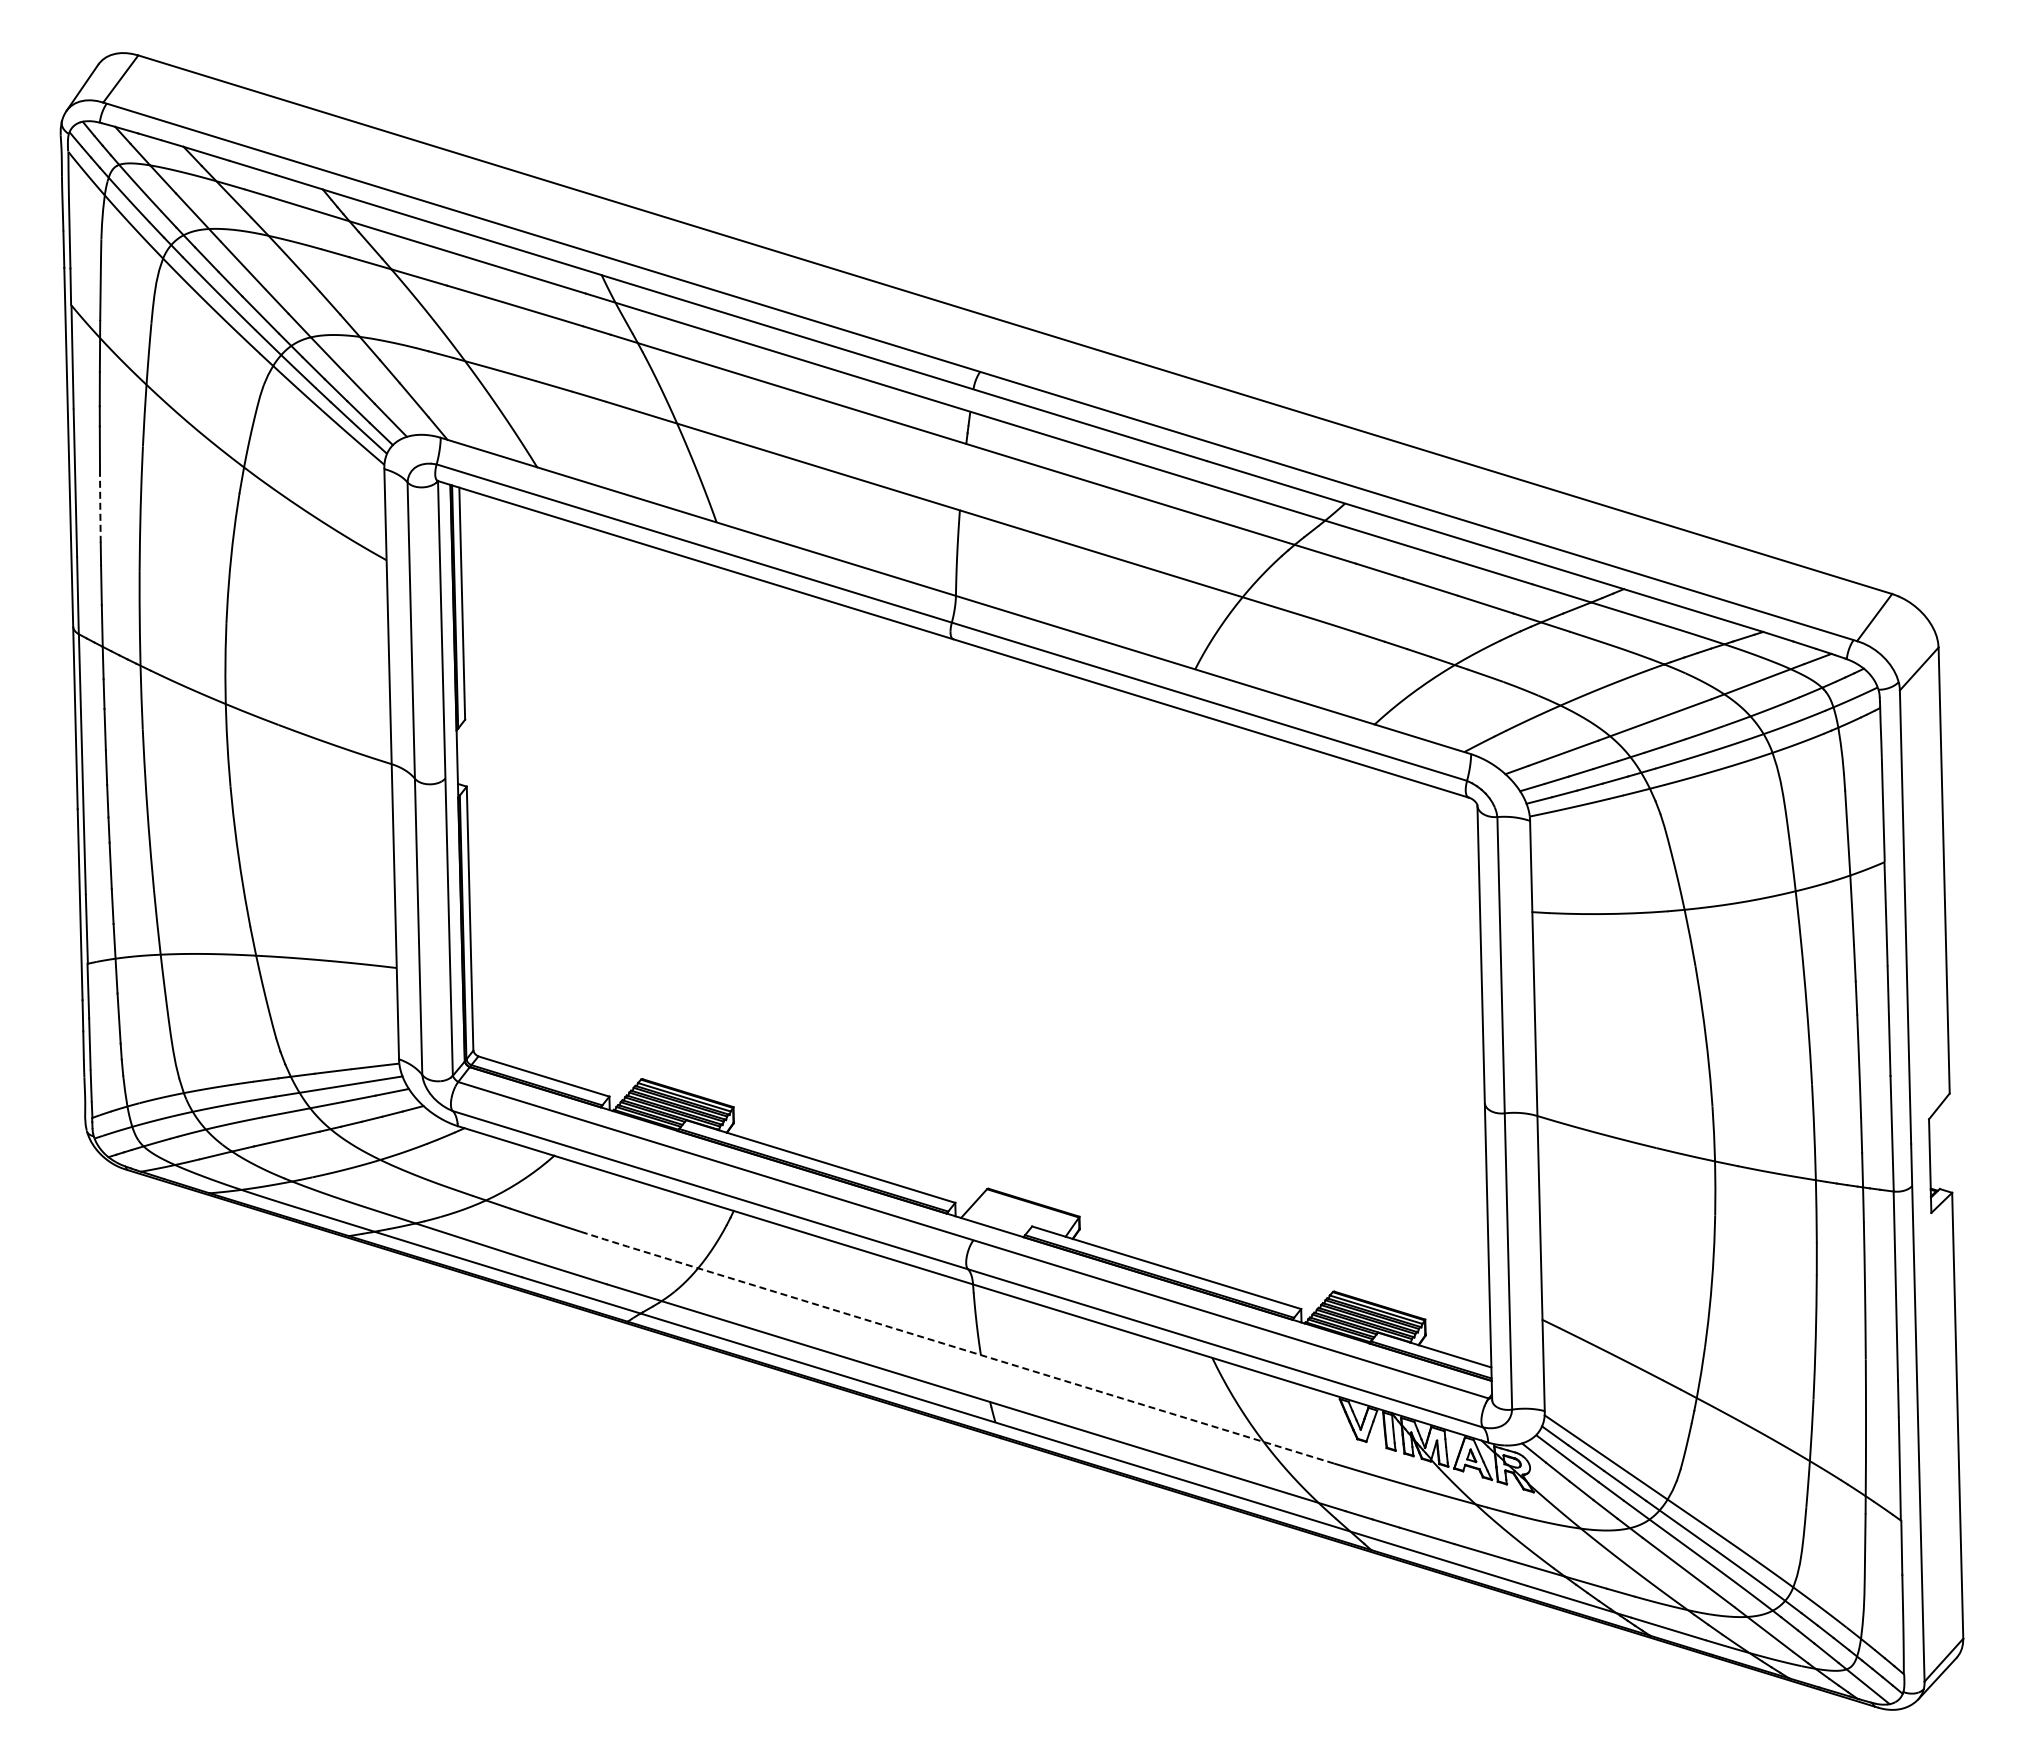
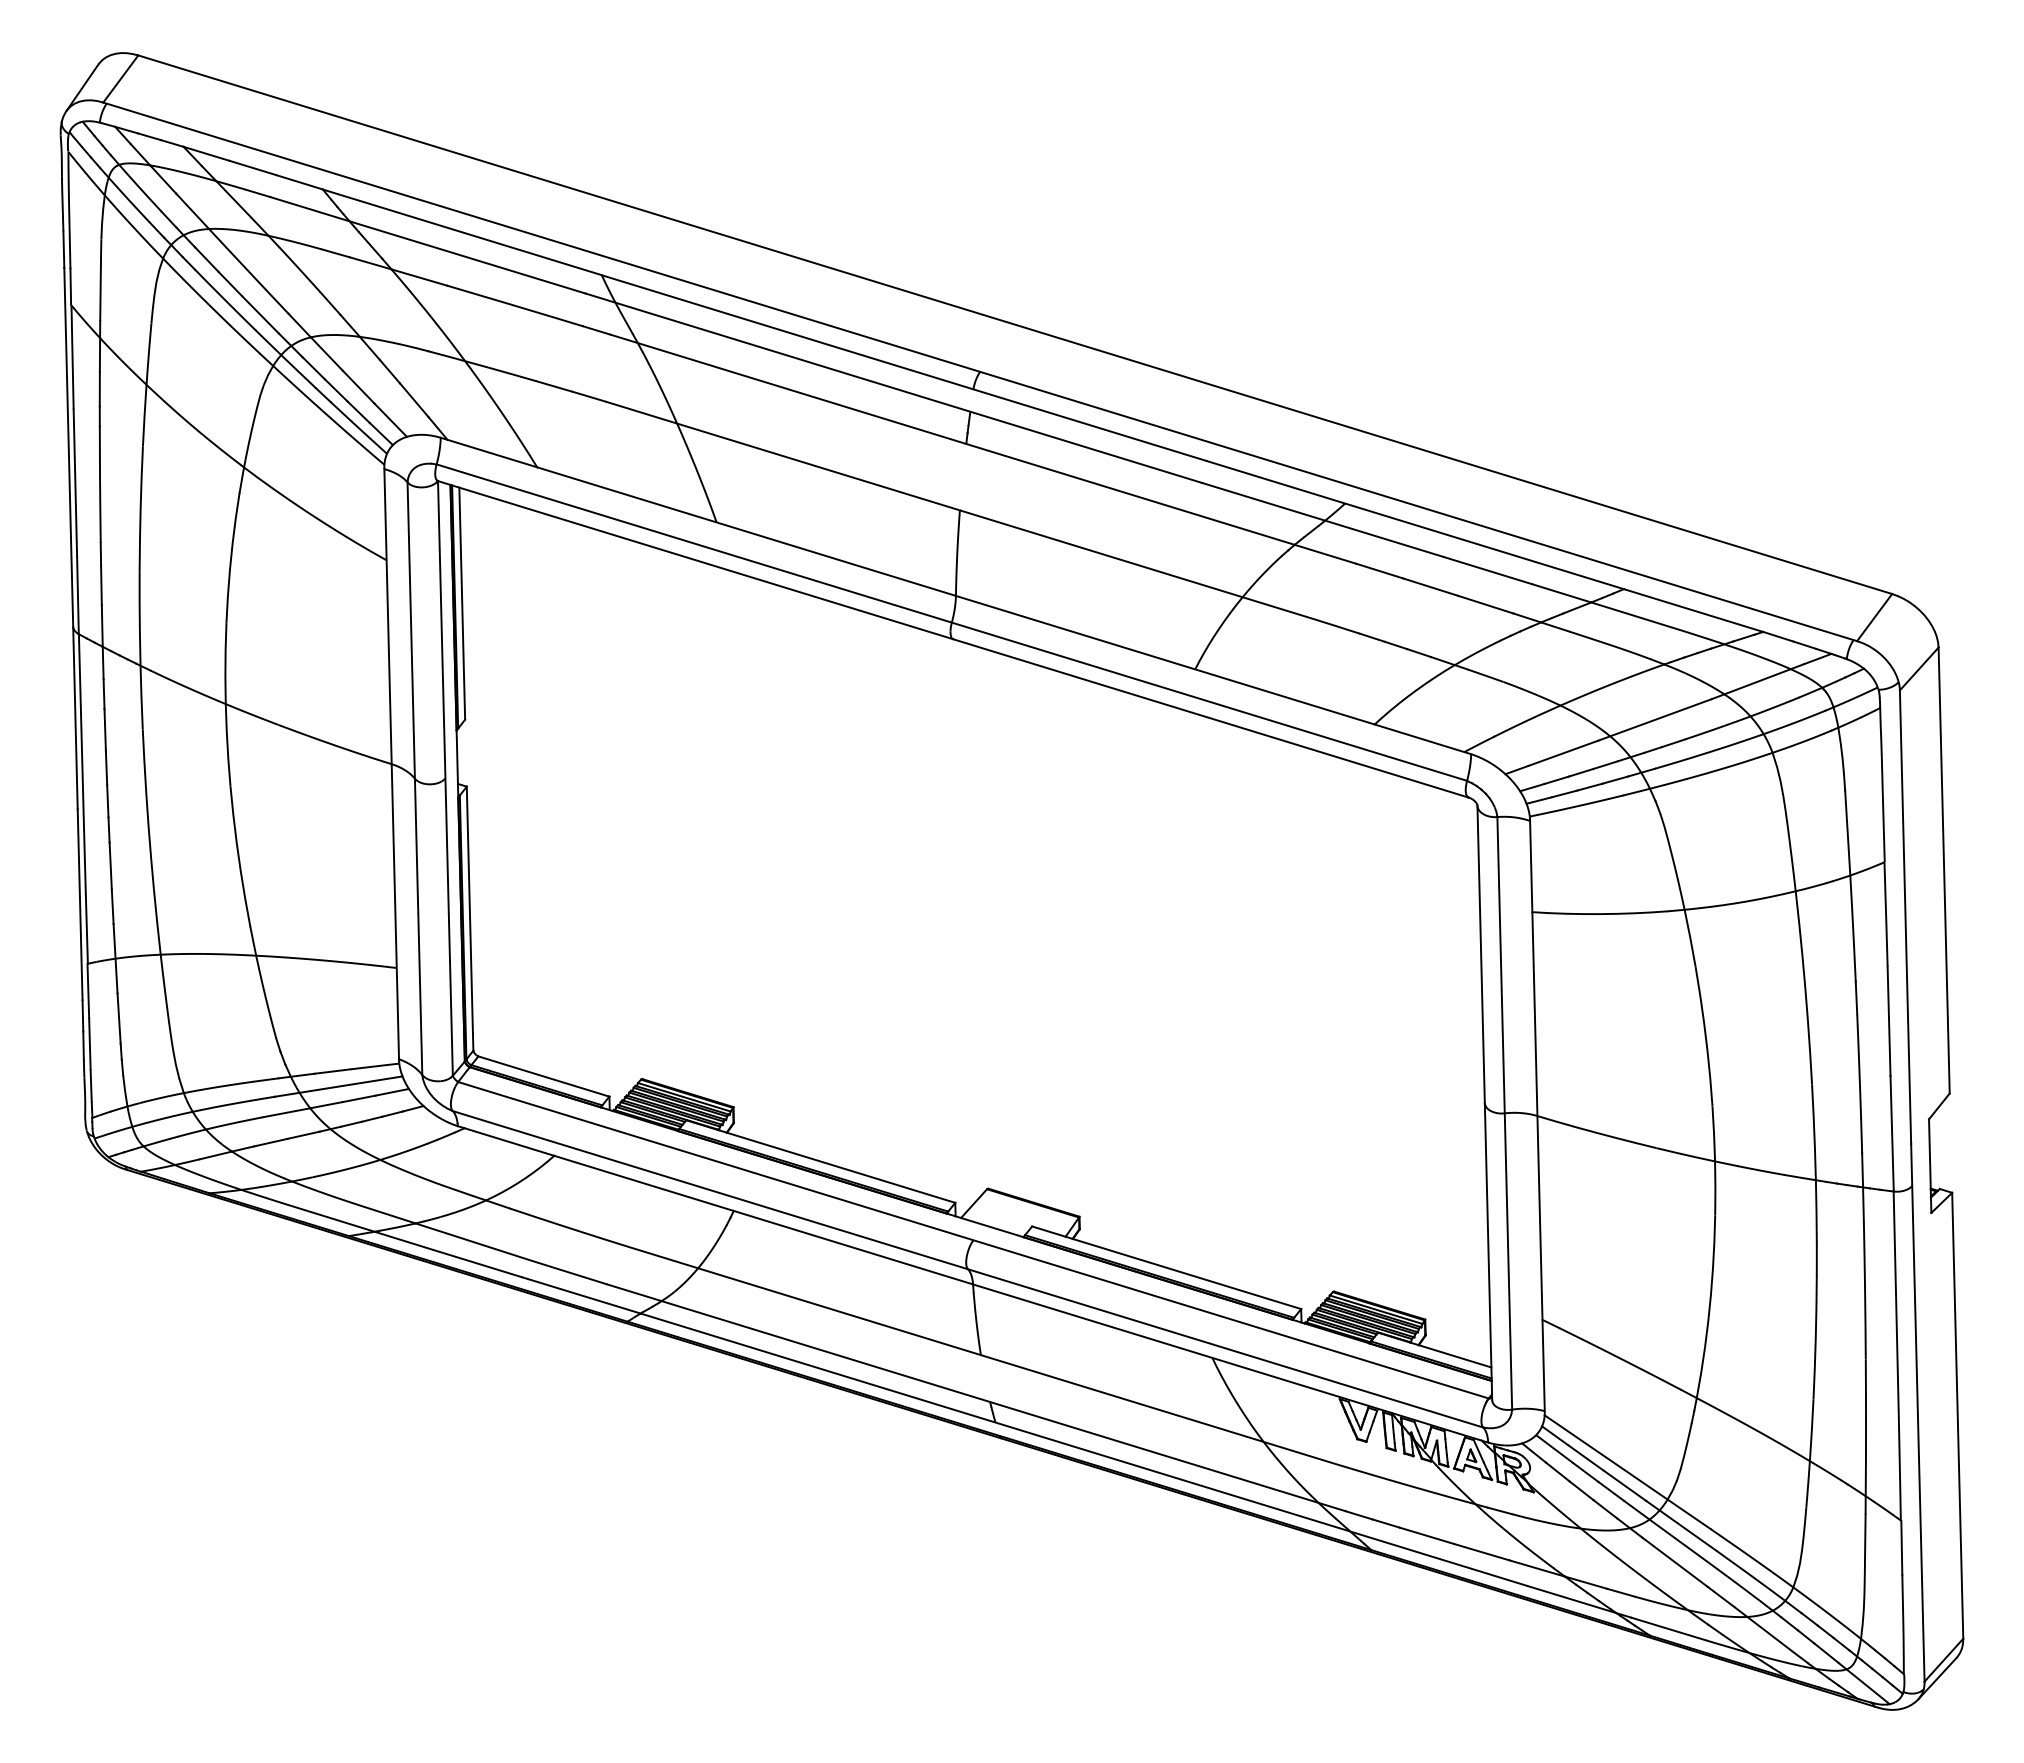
line at (100, 509): dashed -> solid
line at (956, 1347): dashed -> solid
